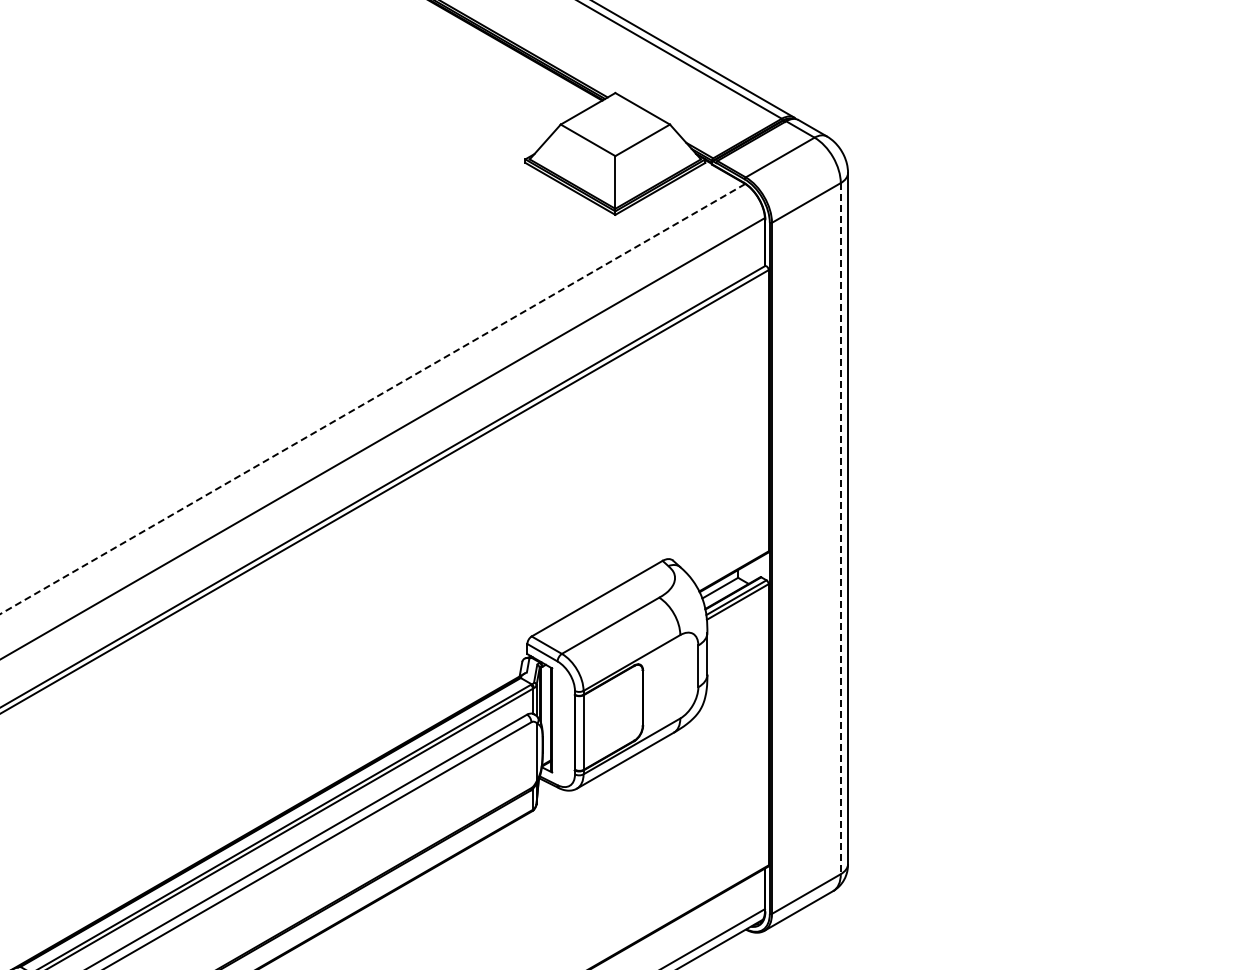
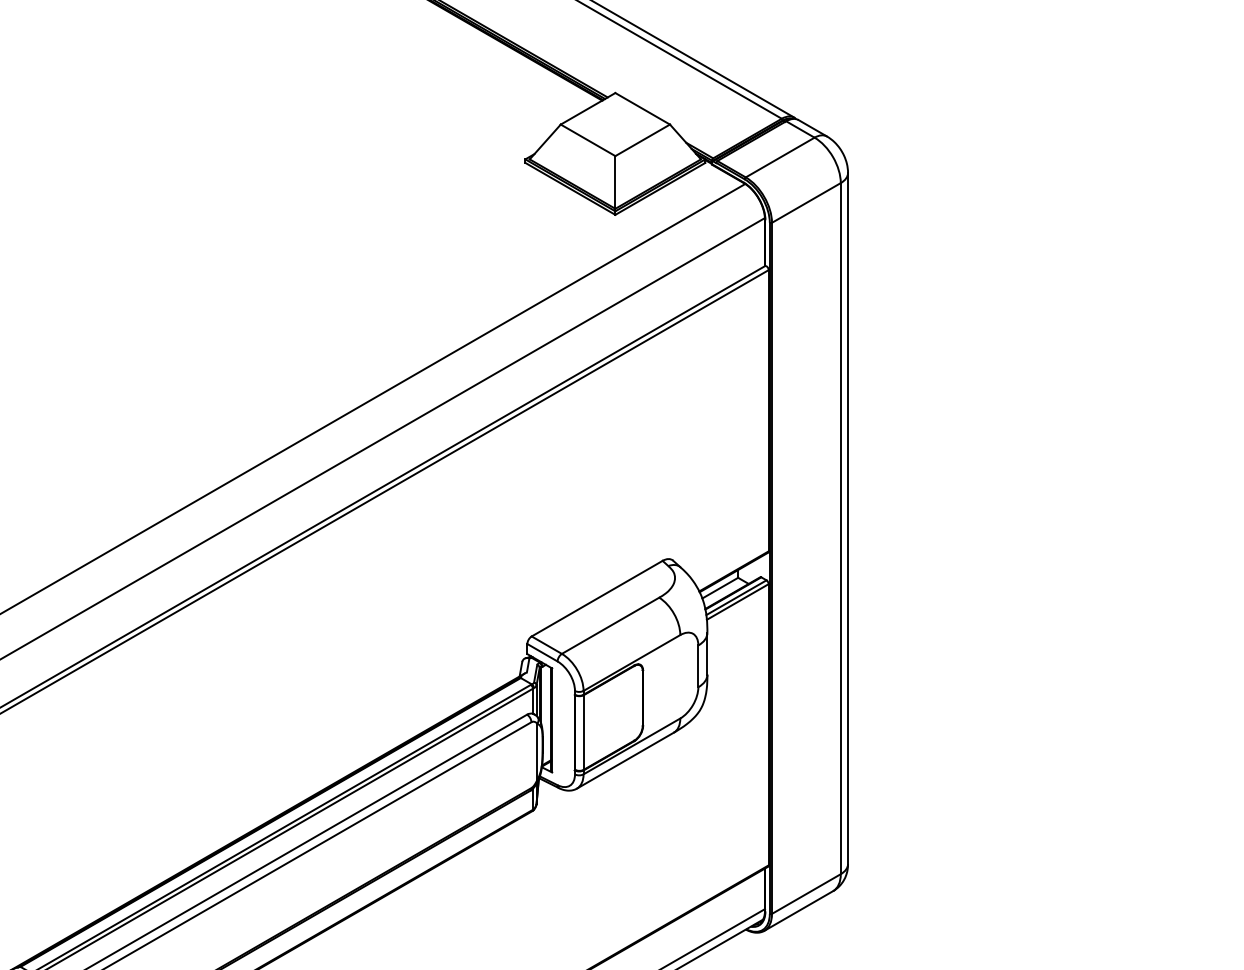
line at (372, 399): dashed -> solid
line at (840, 528): dashed -> solid
